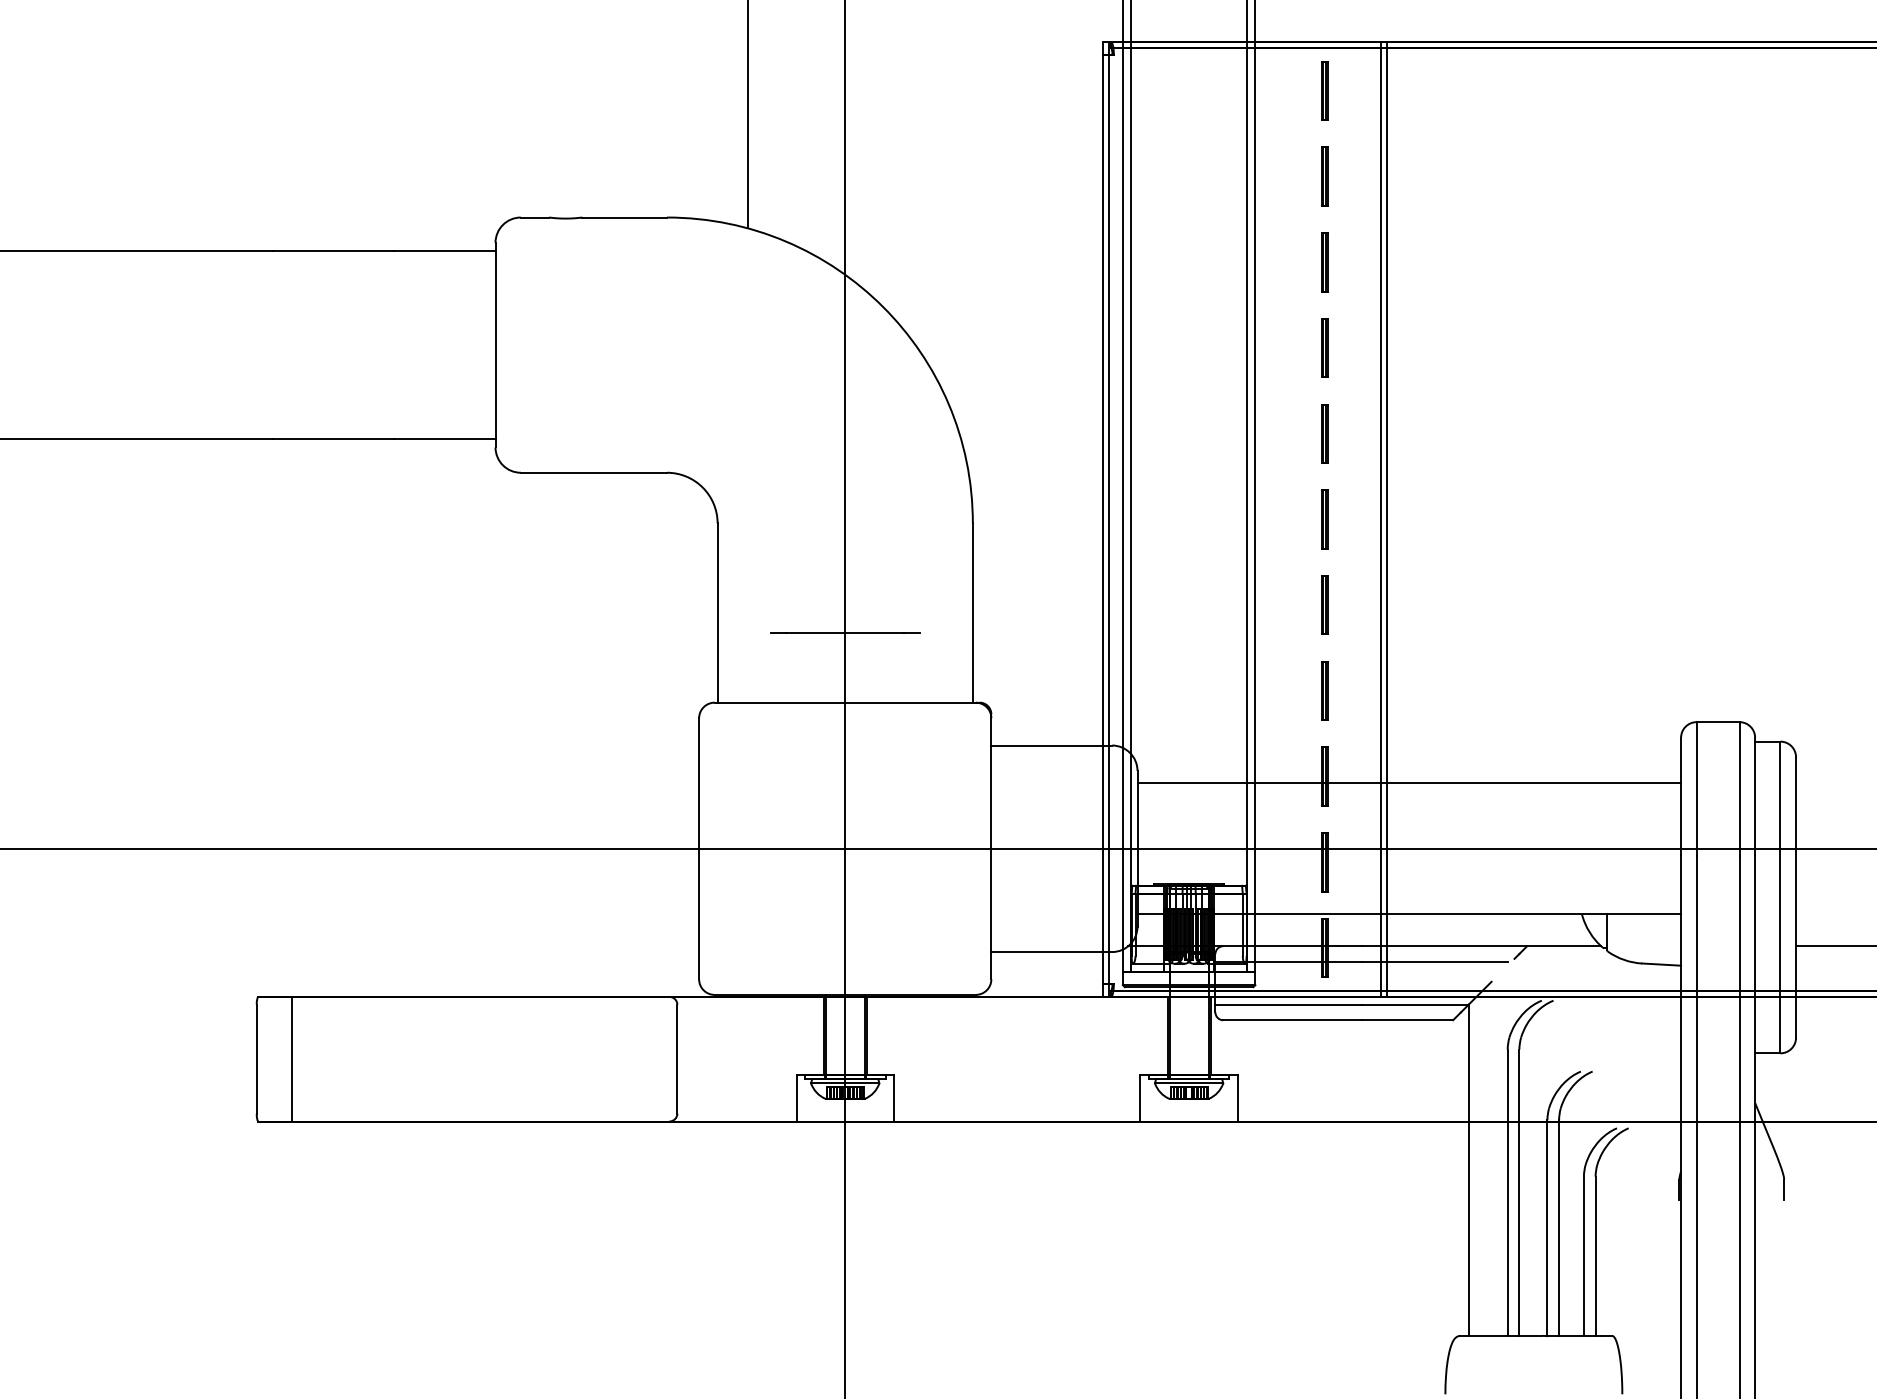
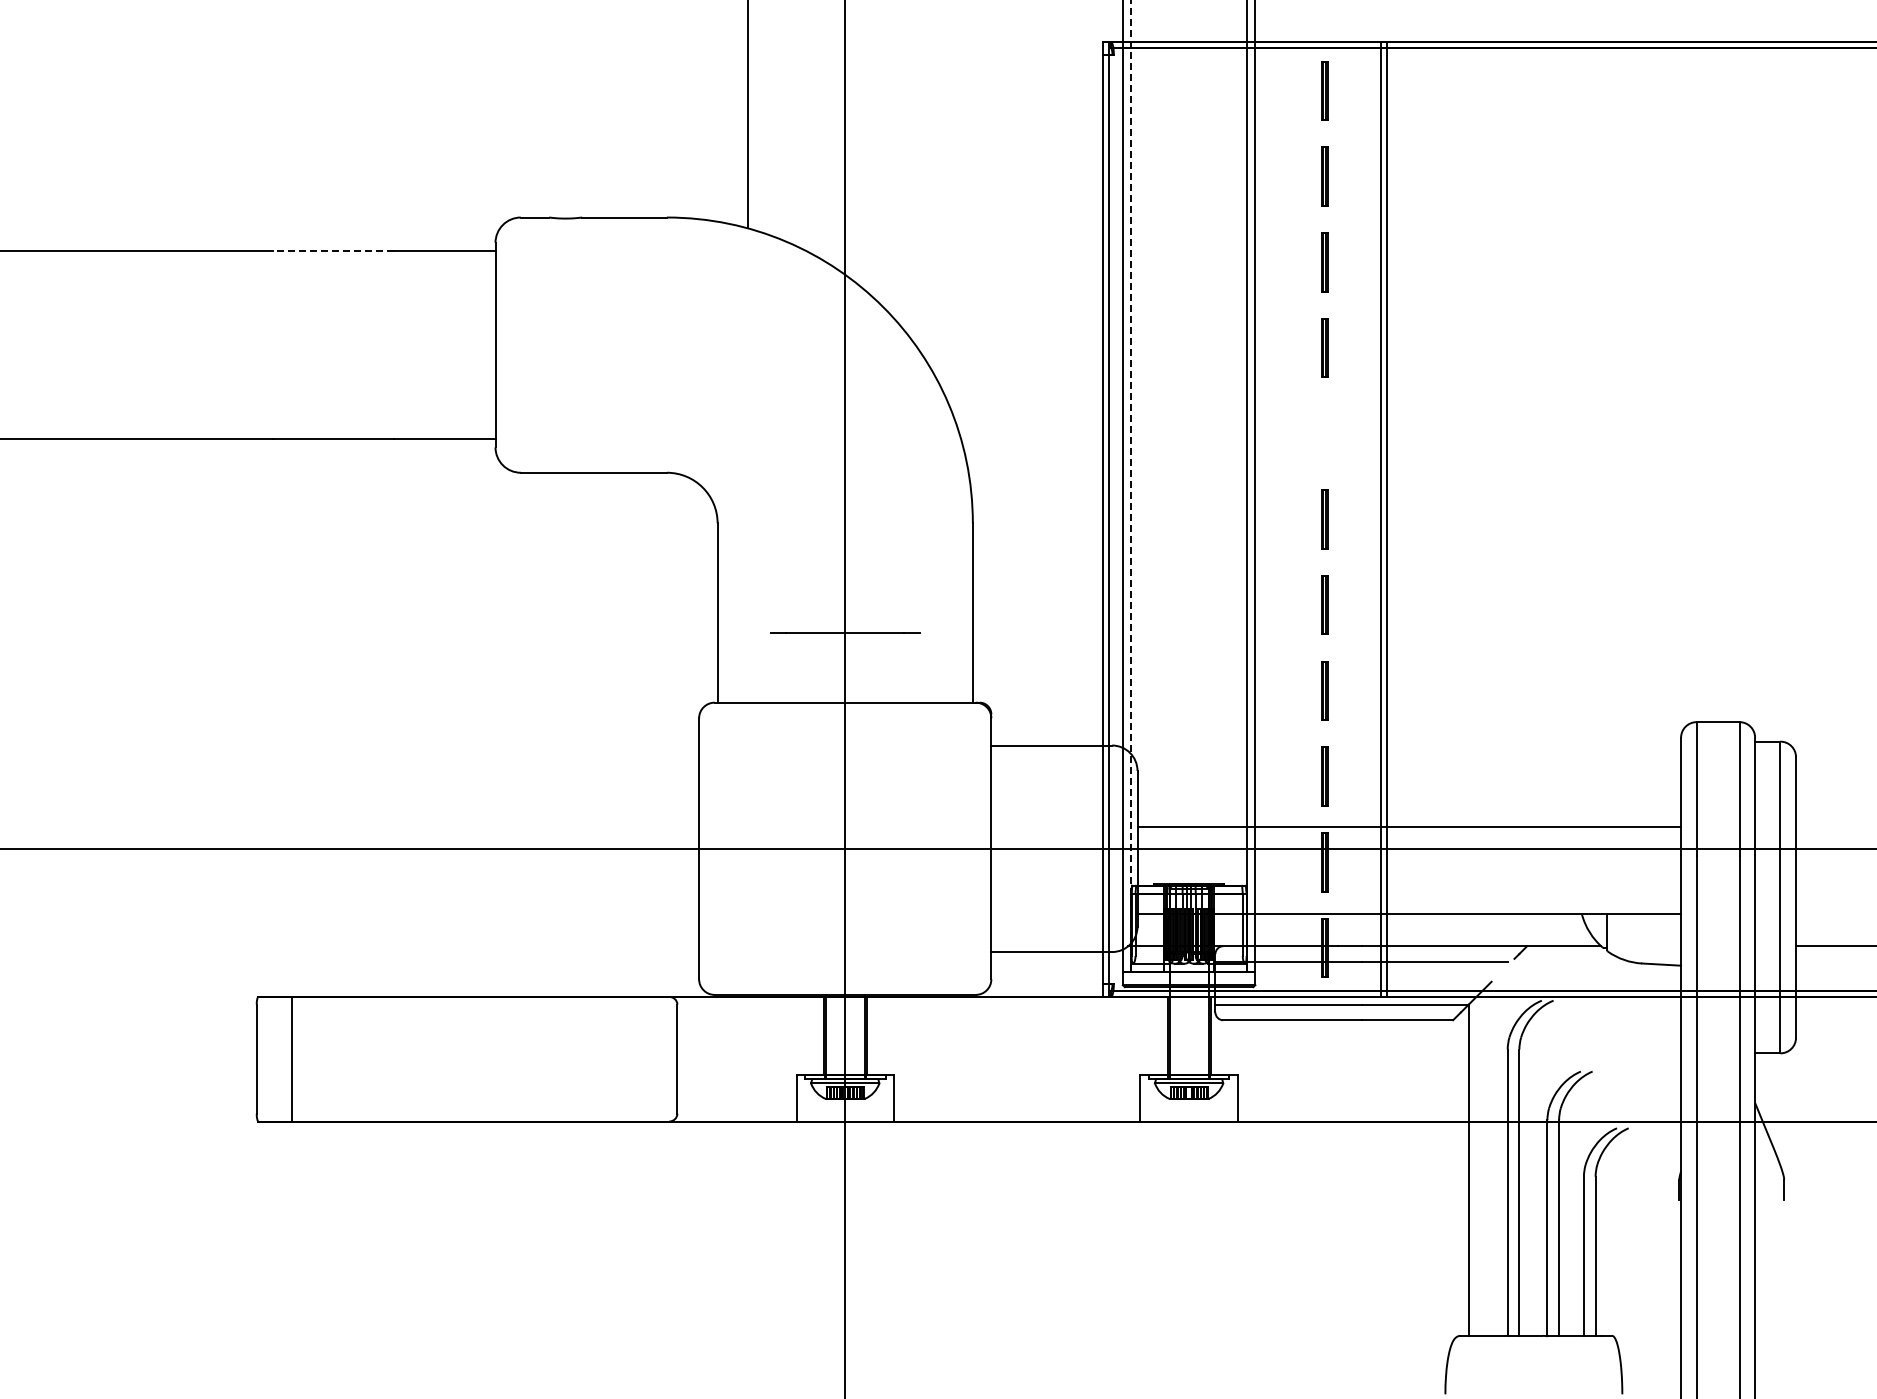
line at (333, 251): solid -> dashed
part at (1324, 433): present -> none
line at (1131, 485): solid -> dashed
line at (1409, 783) position: (1409, 783) -> (1409, 827)
